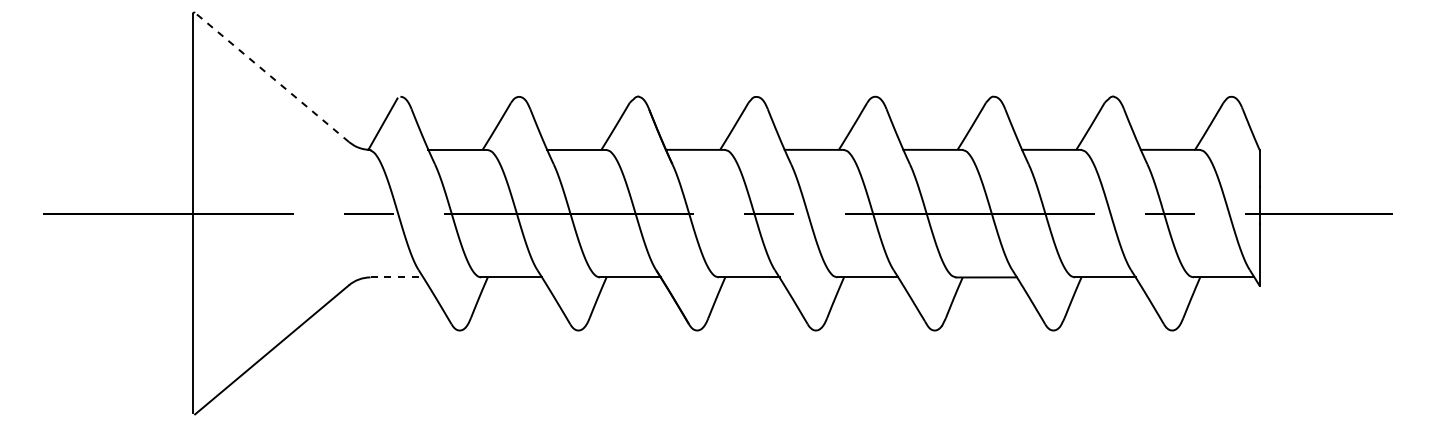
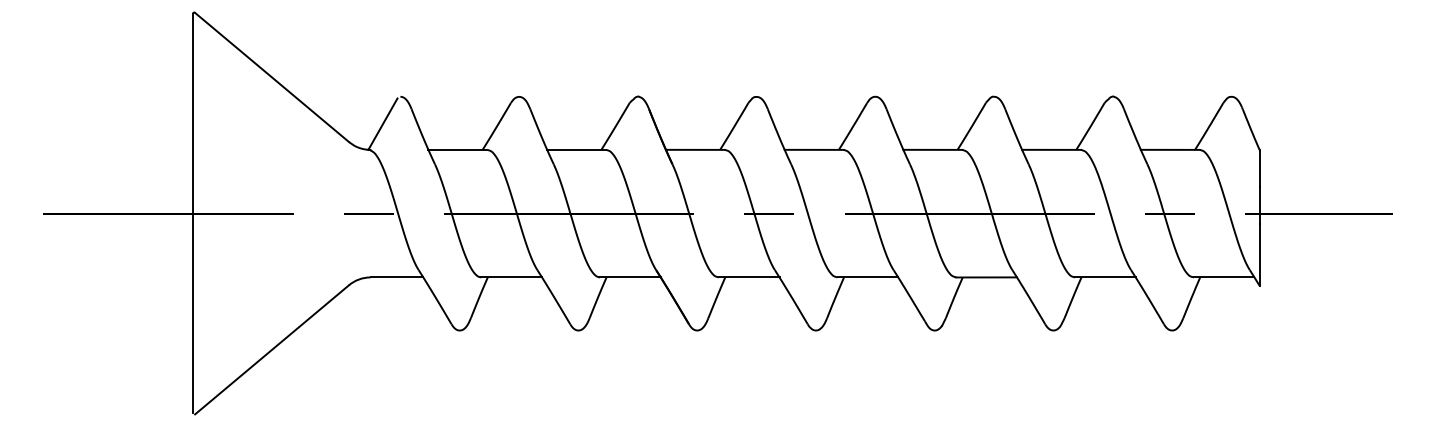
line at (271, 77): dashed -> solid
line at (397, 277): dashed -> solid
